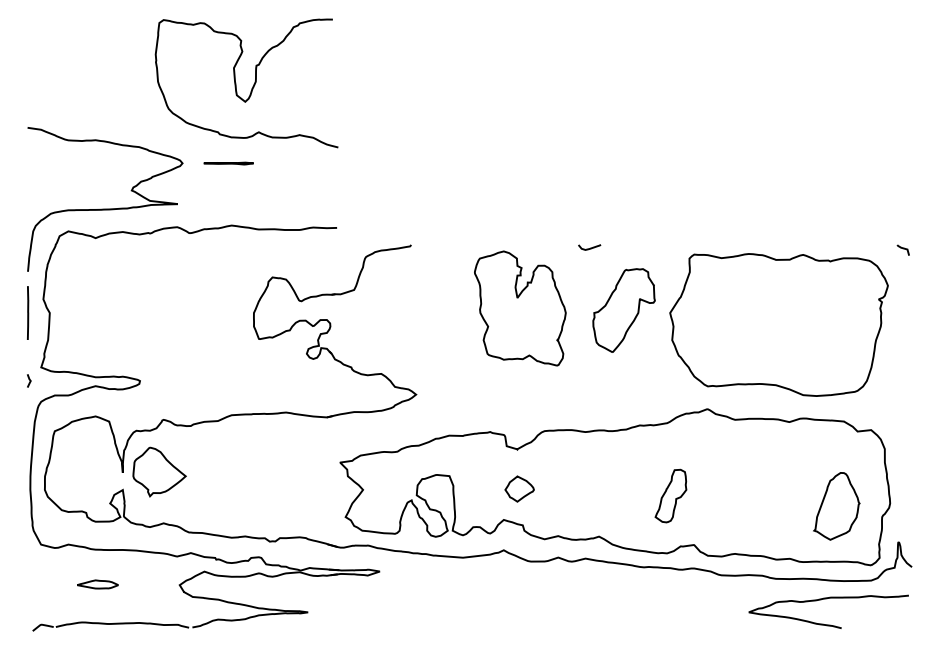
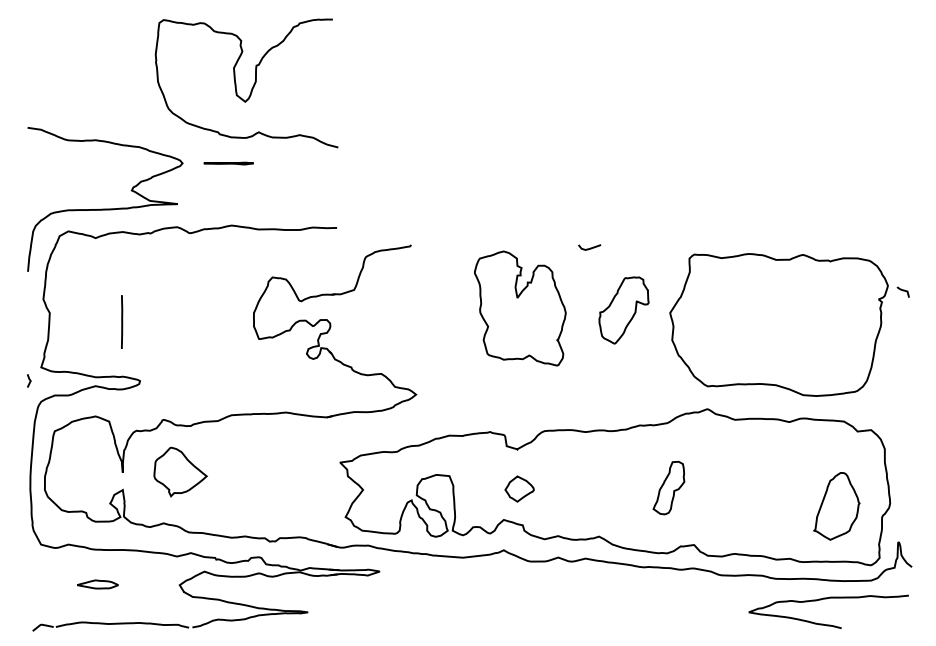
curve at (902, 248) position: (902, 248) -> (902, 290)
part at (623, 310) size: 64x85 px -> 52x69 px
line at (28, 312) position: (28, 312) -> (122, 321)
part at (159, 471) position: (159, 471) -> (180, 471)
part at (670, 495) position: (670, 495) -> (668, 487)
